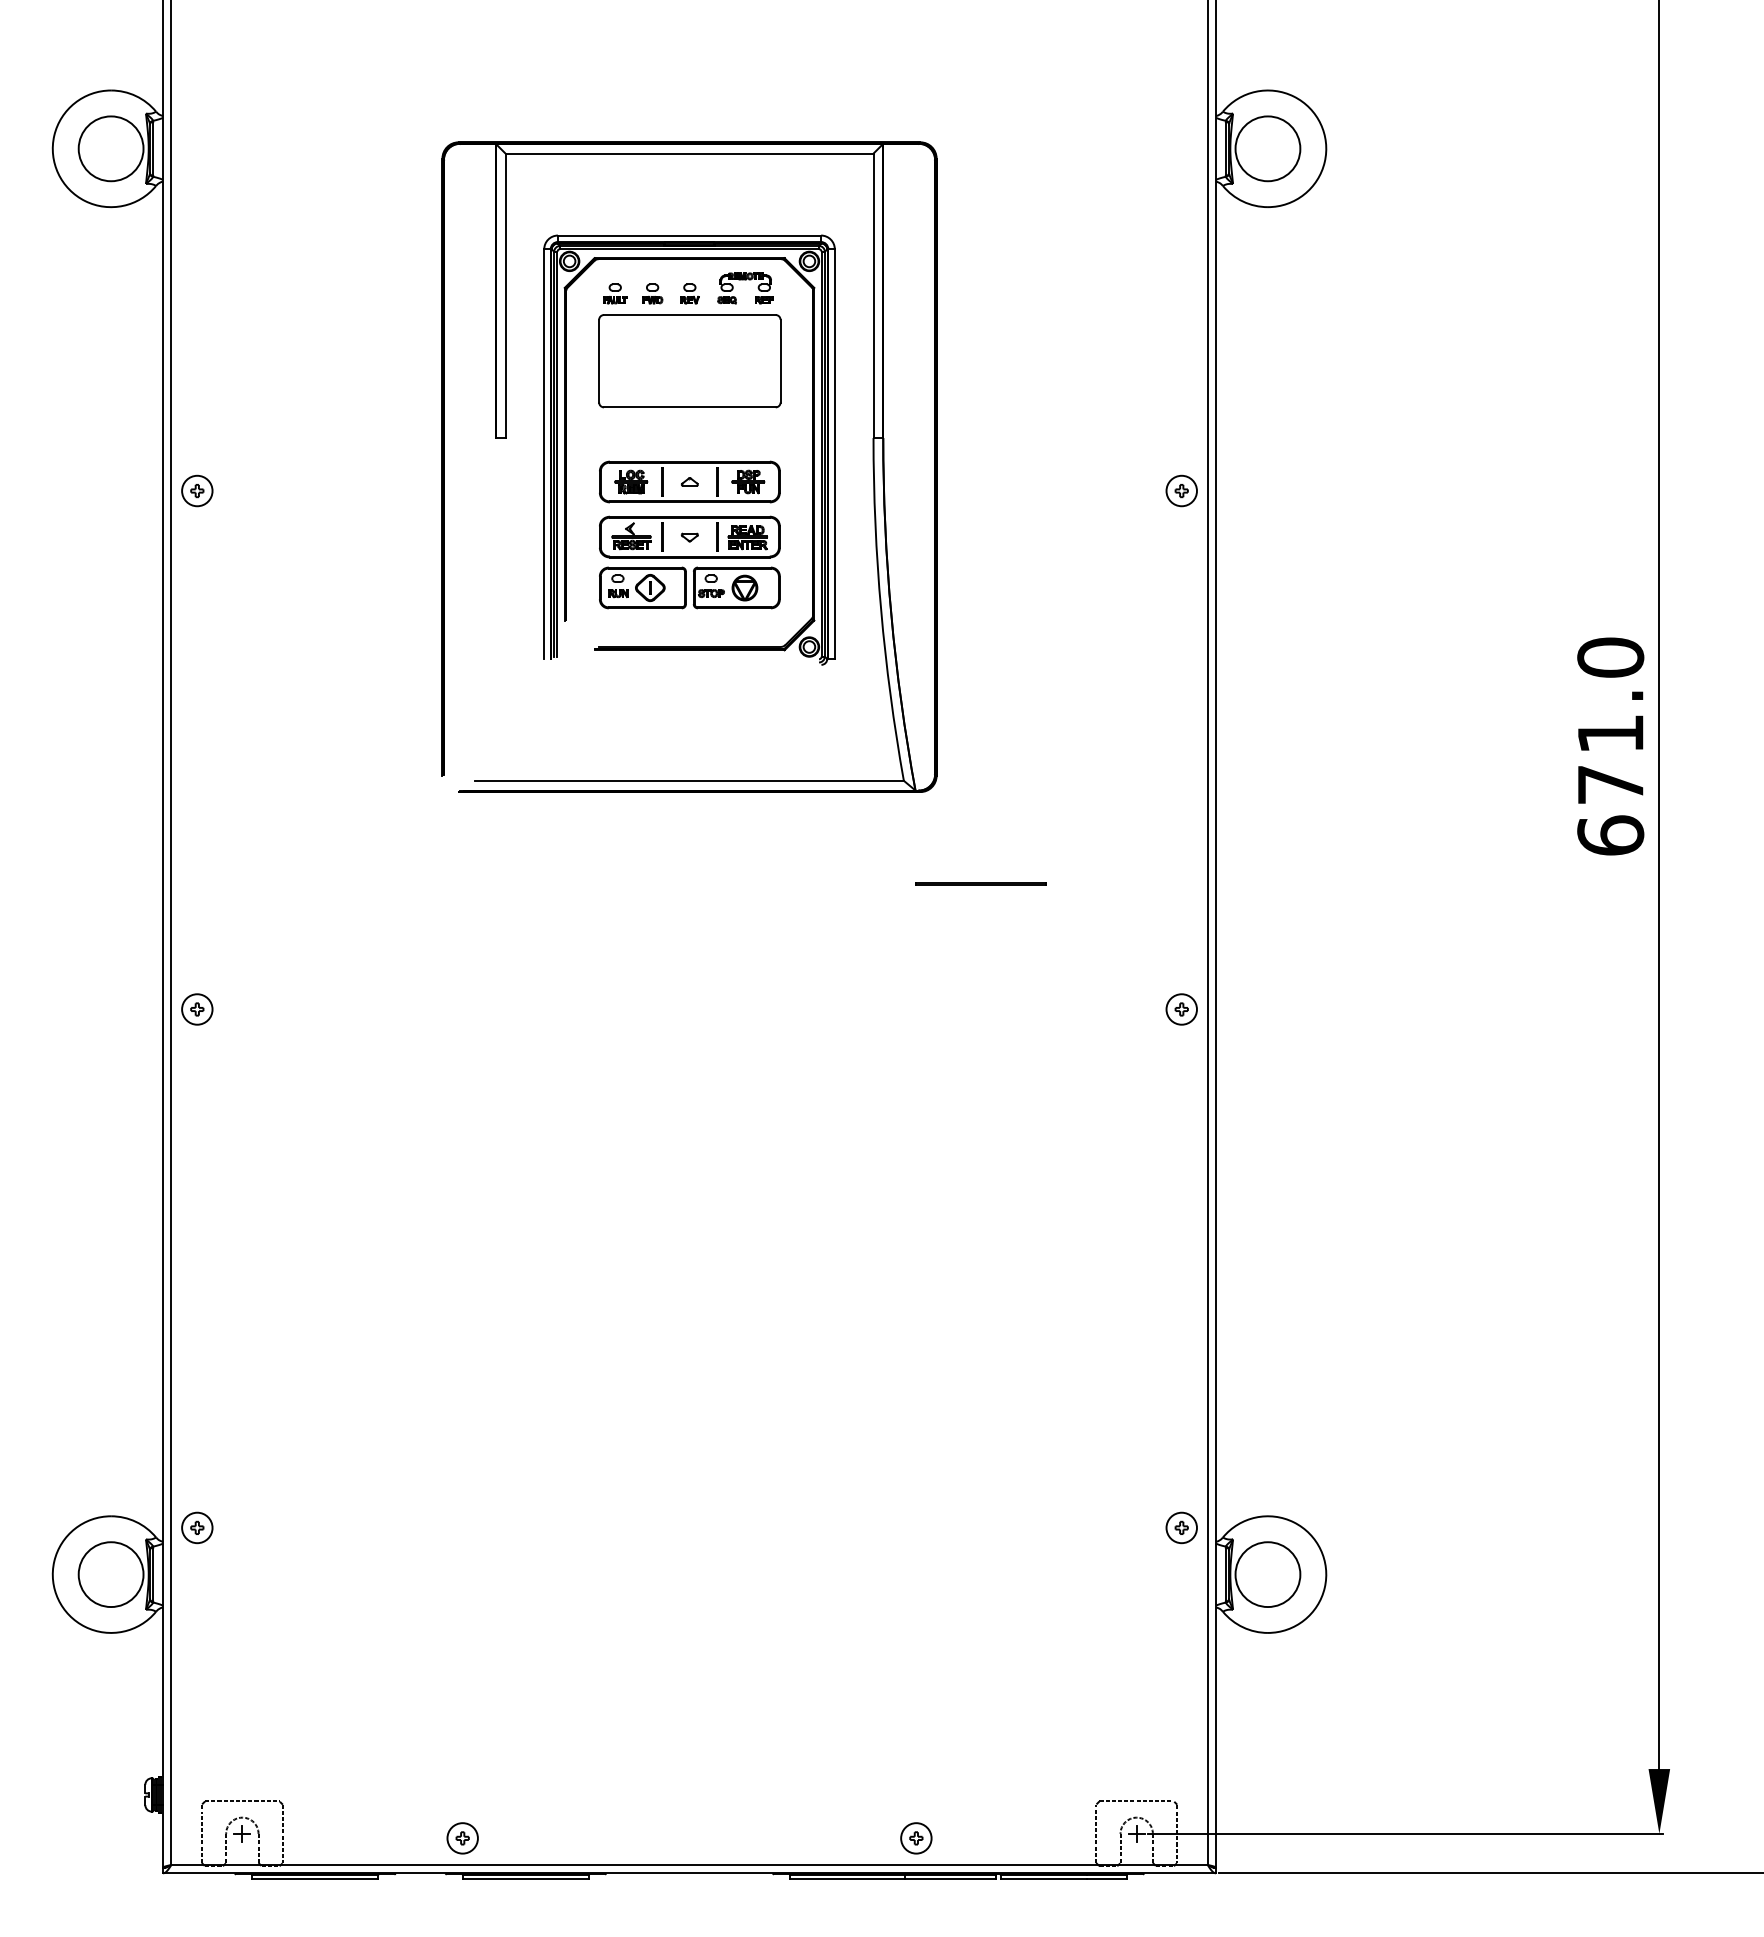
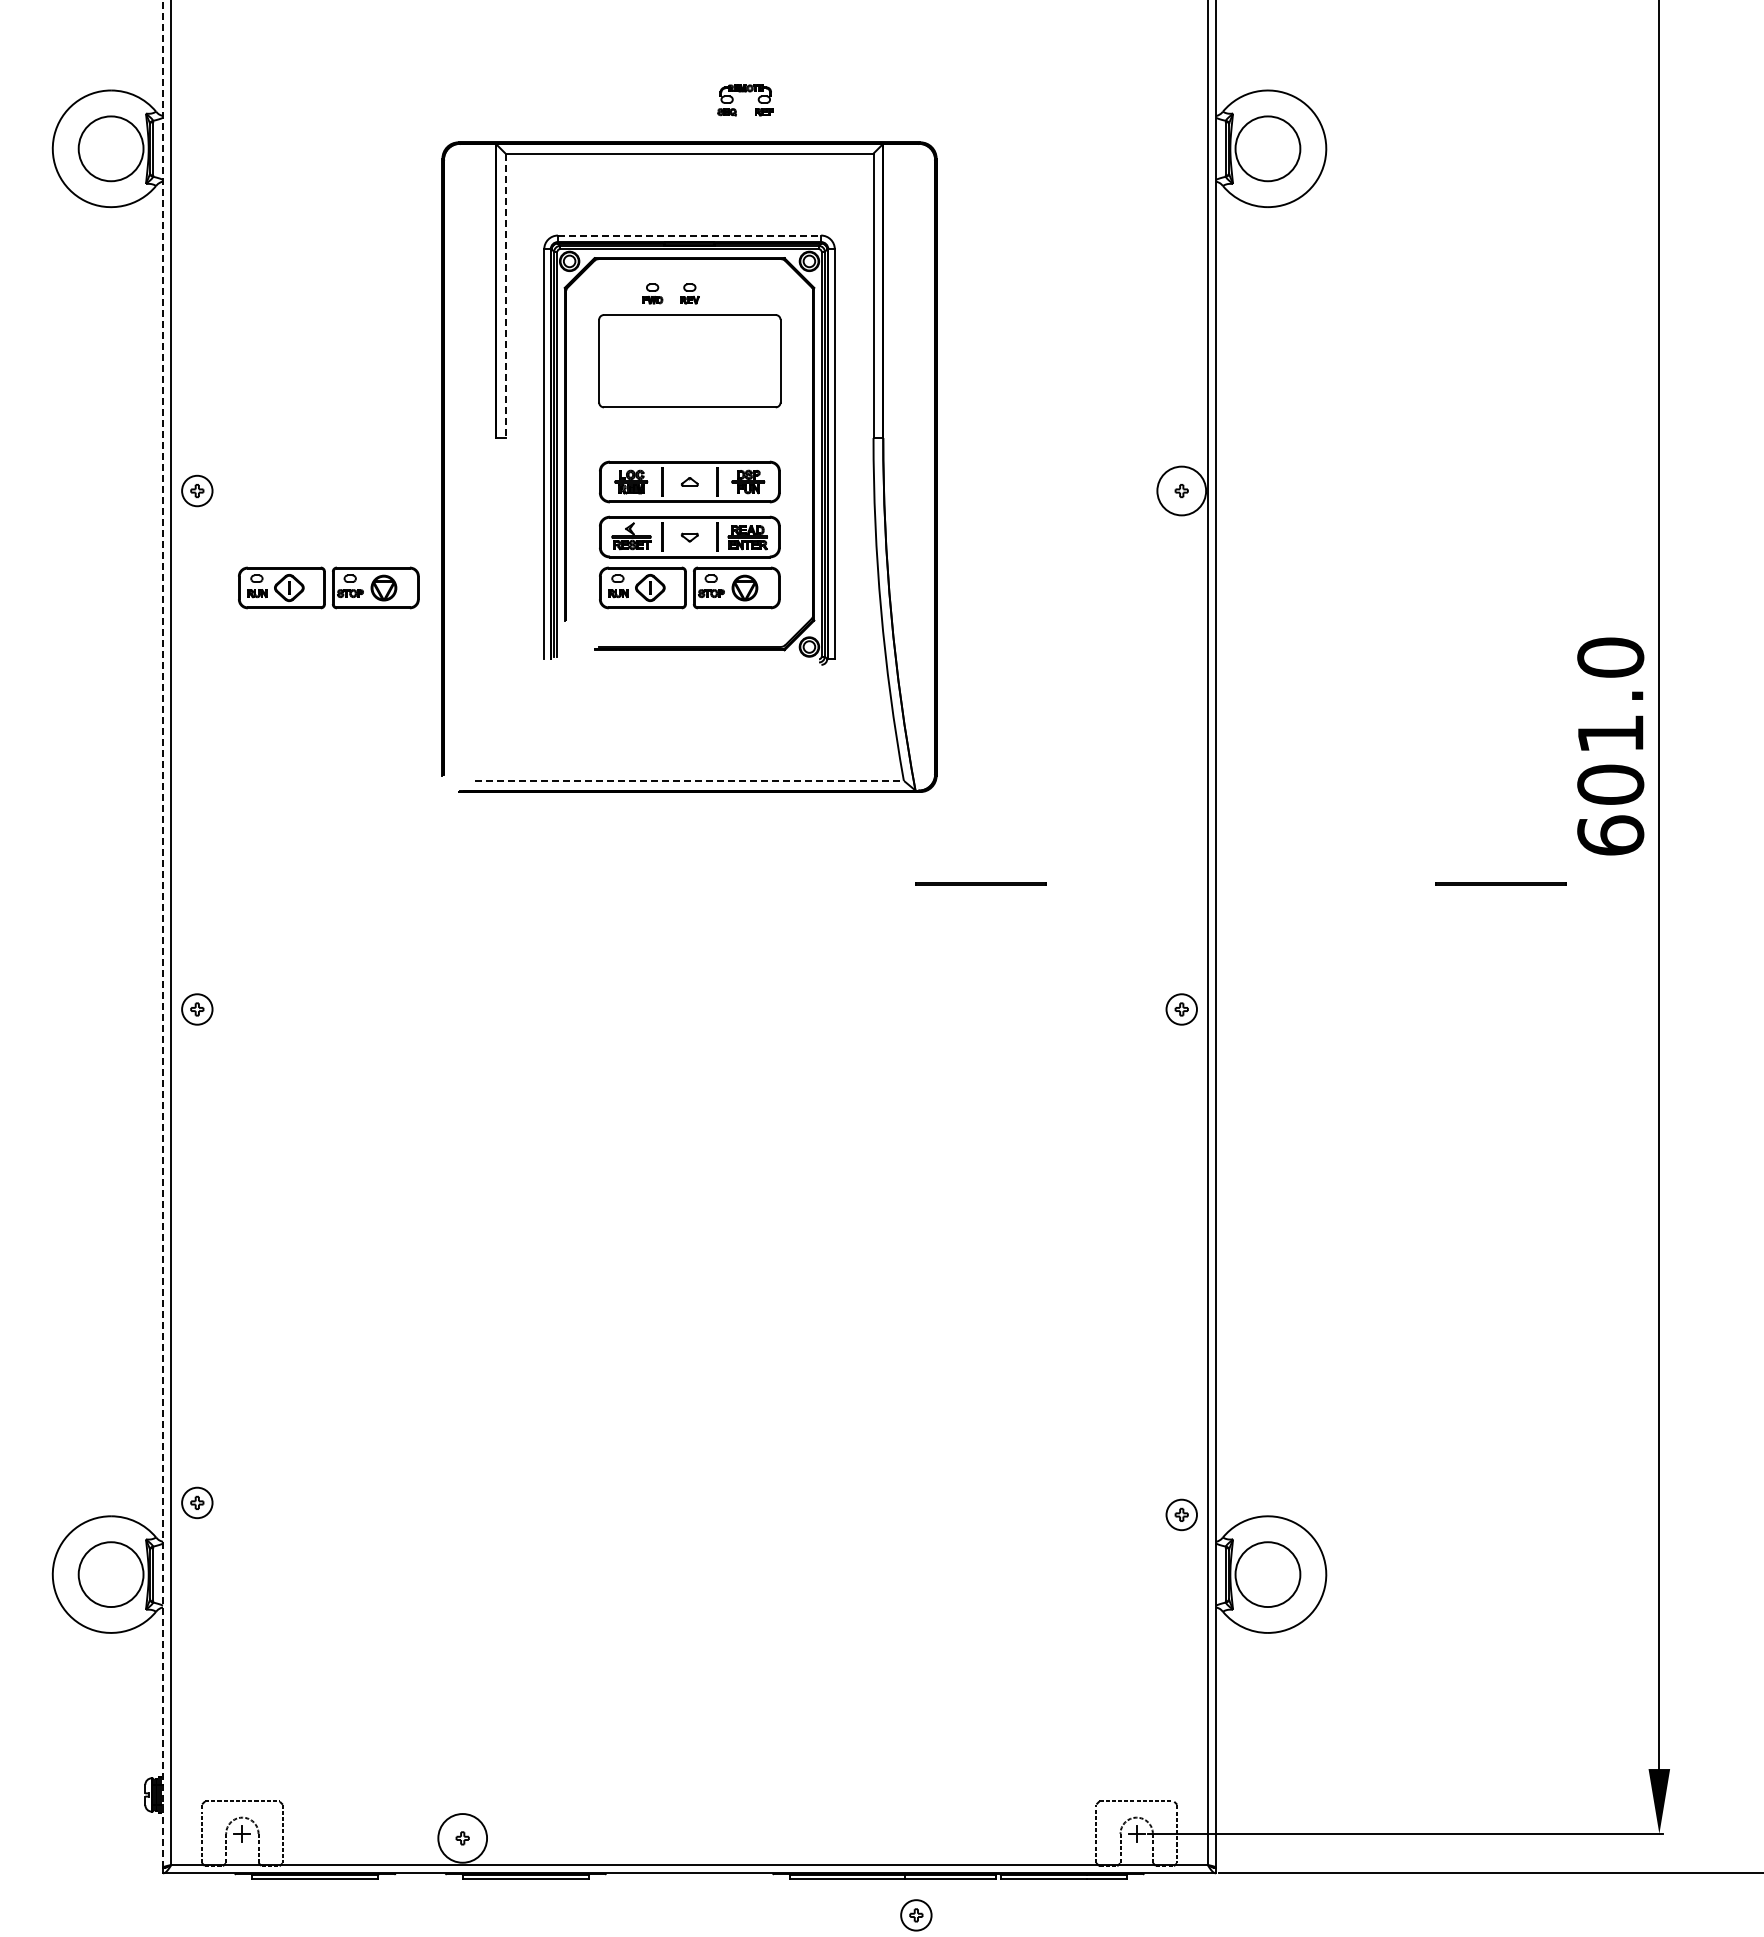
line at (689, 235): solid -> dashed
part at (745, 280) position: (745, 280) -> (745, 92)
part at (615, 293): present -> none
line at (505, 296): solid -> dashed
circle at (1181, 490) diameter: 30 px -> 49 px
part at (328, 587): none -> present
line at (690, 780): solid -> dashed
text at (1610, 784): 671.0 -> 601.0
line at (1500, 883): none -> present
line at (162, 934): solid -> dashed
part at (197, 1527) position: (197, 1527) -> (197, 1502)
part at (1181, 1527) position: (1181, 1527) -> (1181, 1514)
circle at (462, 1838) diameter: 30 px -> 49 px
part at (916, 1838) position: (916, 1838) -> (916, 1915)
